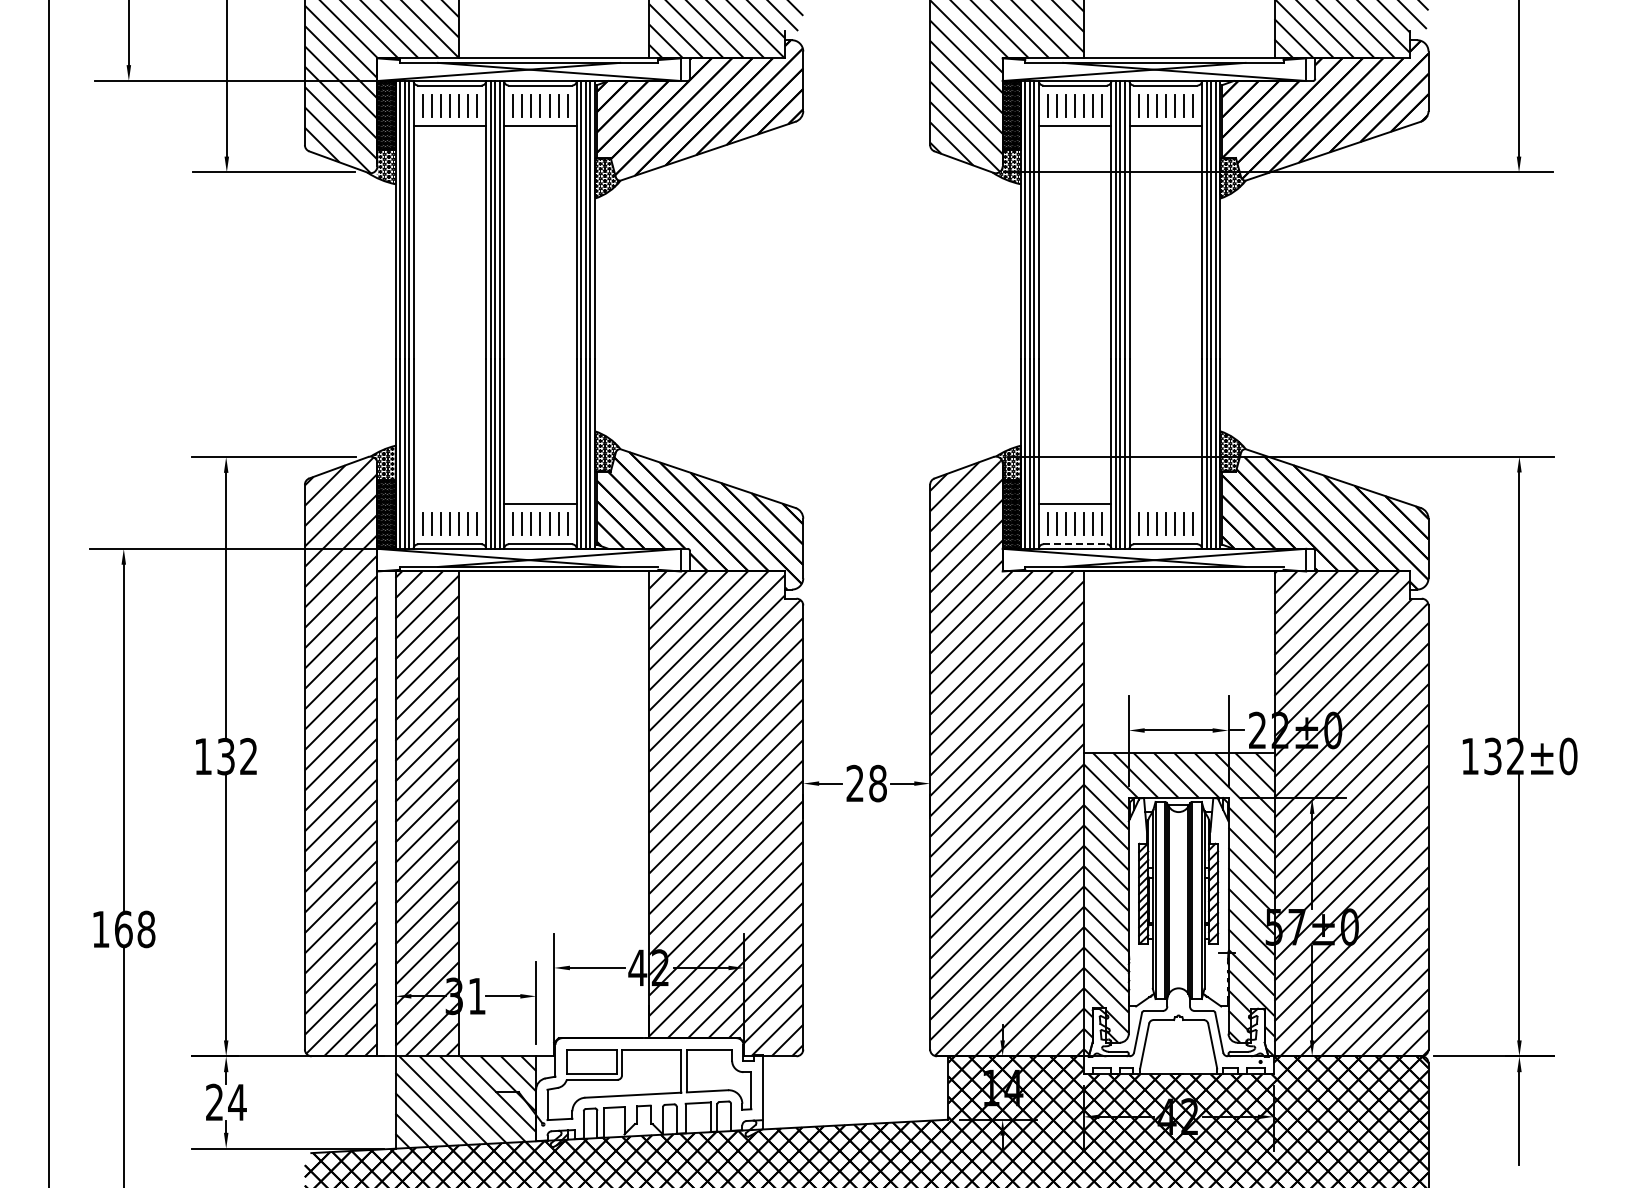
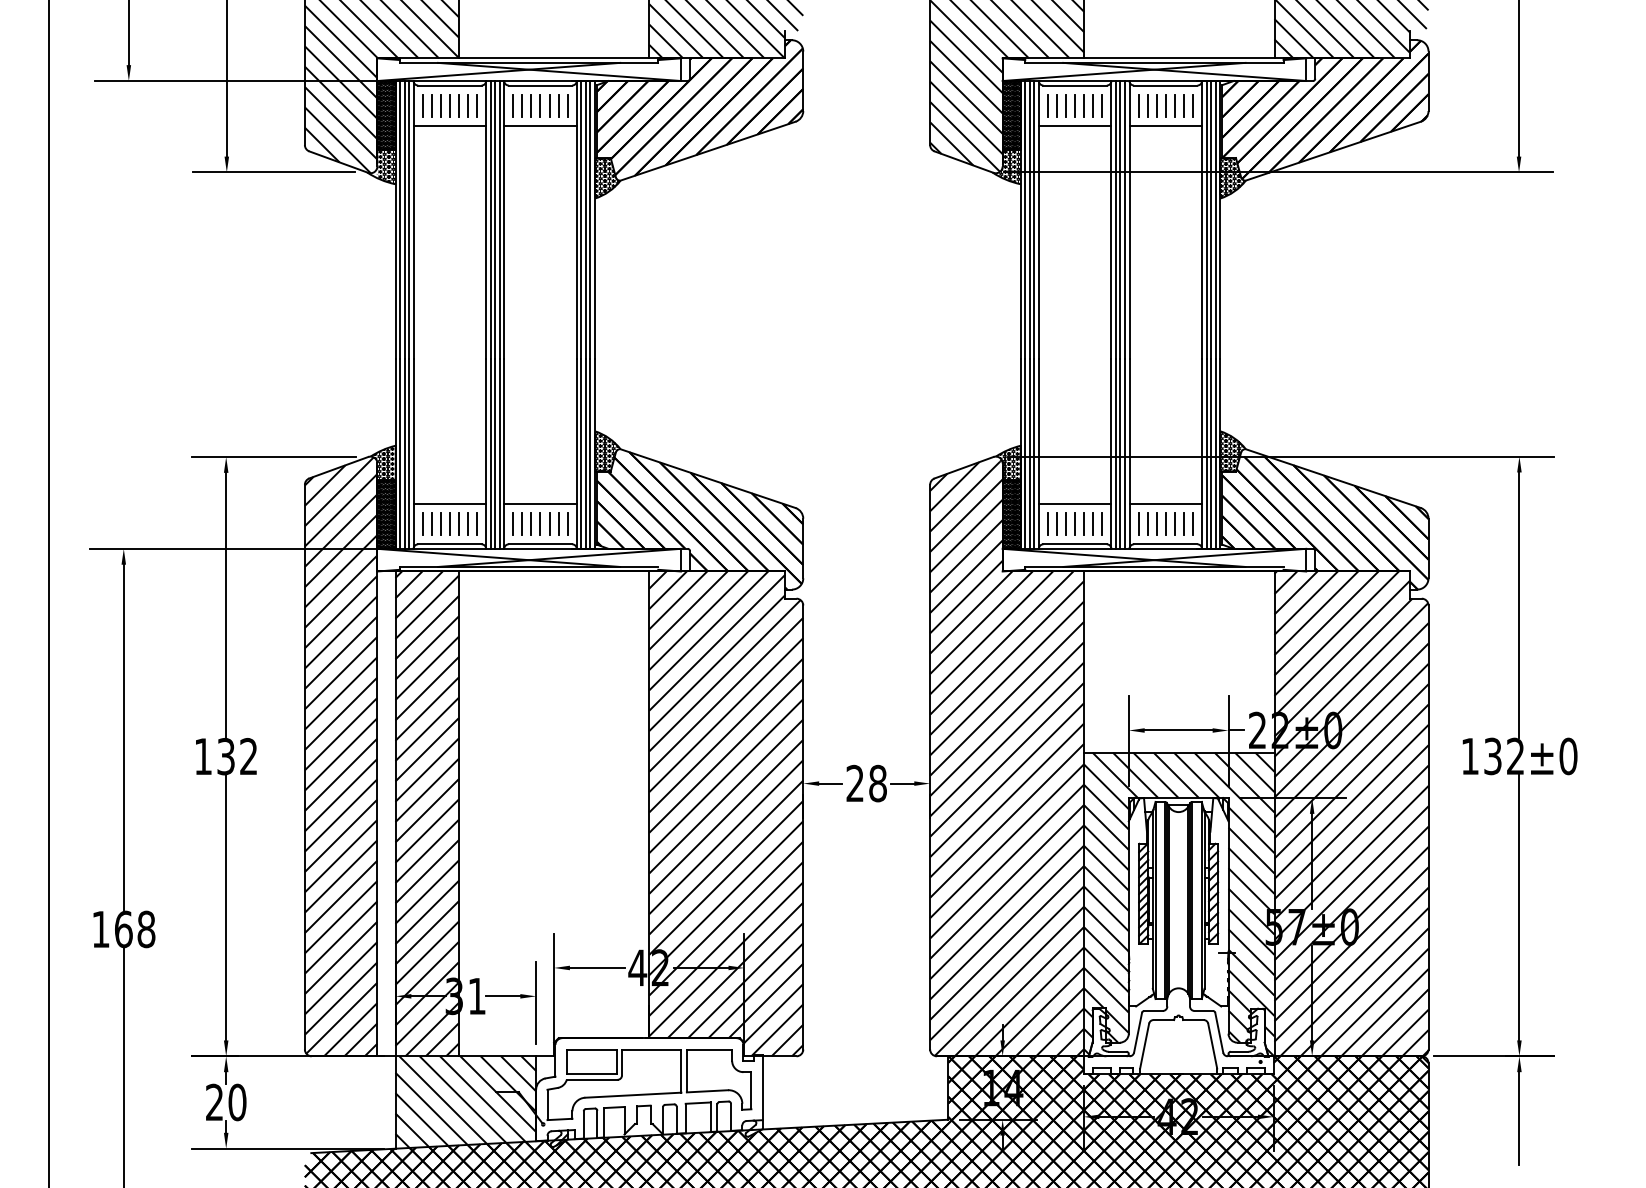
line at (449, 503): none -> present
line at (1165, 503): none -> present
line at (1075, 544): dashed -> solid
text at (237, 1102): 24 -> 20
